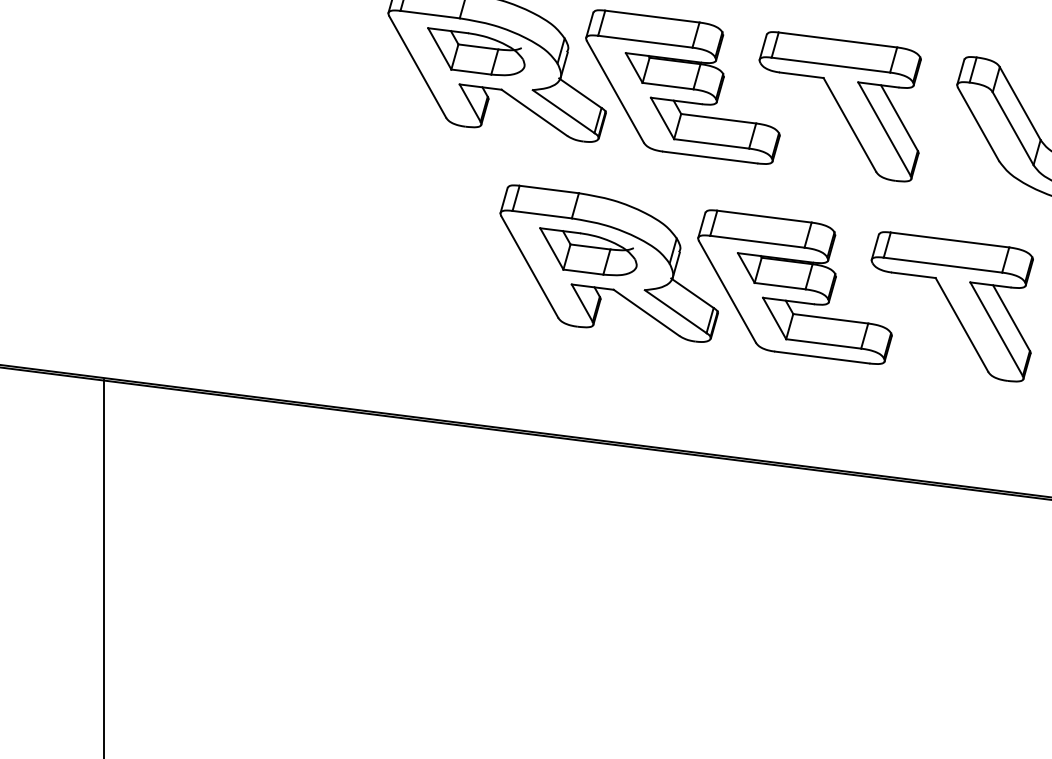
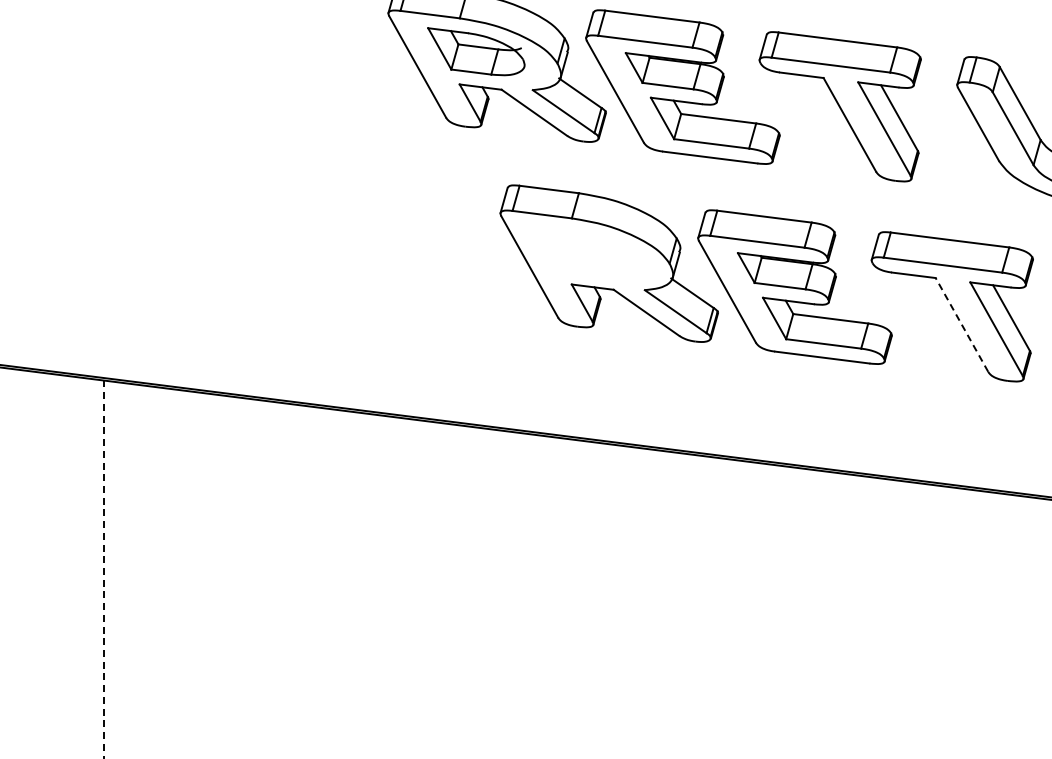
part at (588, 251): present -> none
line at (961, 324): solid -> dashed
line at (103, 569): solid -> dashed
